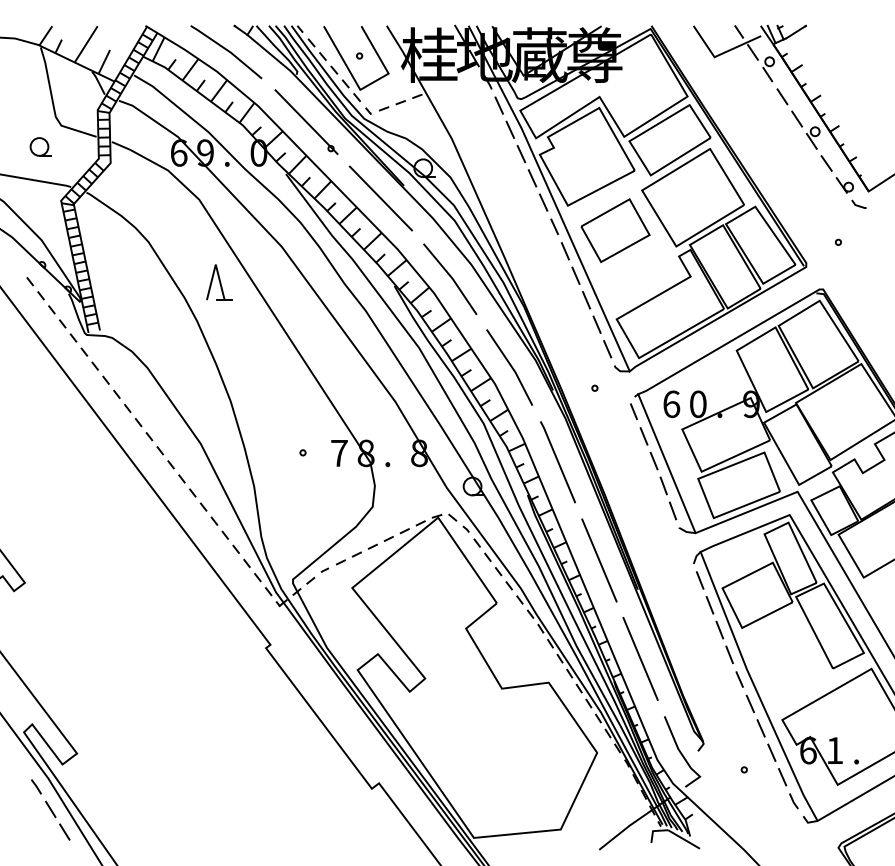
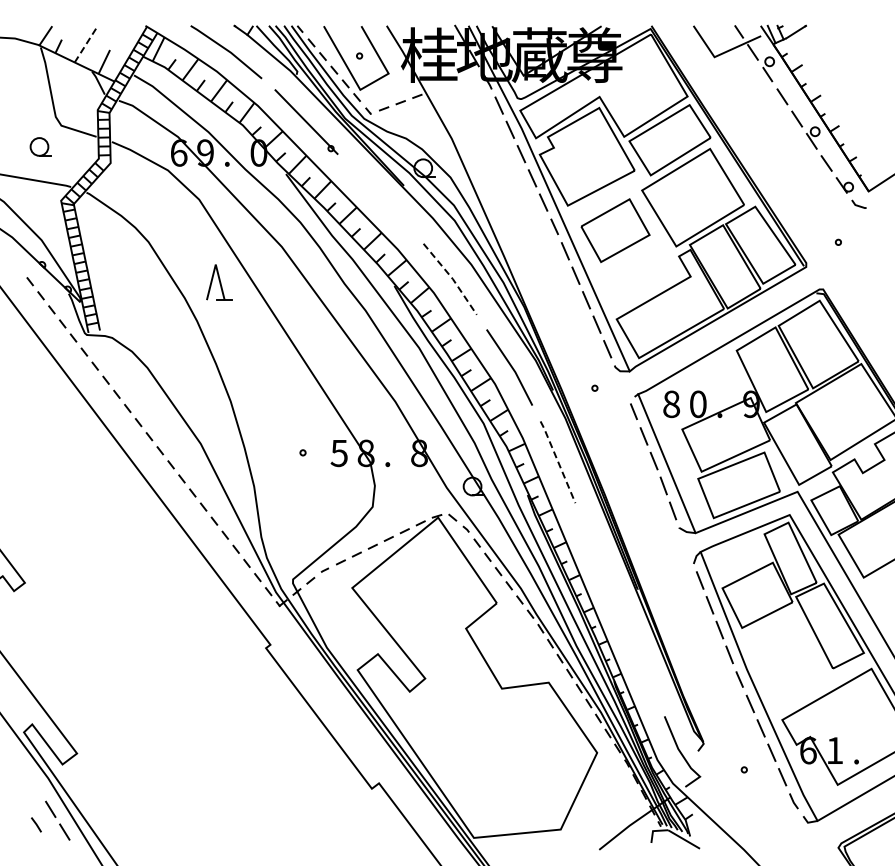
line at (86, 43): solid -> dashed
line at (380, 198): present -> none
line at (452, 278): solid -> dashed
text at (671, 403): 6 -> 8
text at (338, 453): 7 -> 5
line at (558, 462): solid -> dashed
line at (599, 560): present -> none
line at (640, 658): present -> none
line at (36, 786) position: (36, 786) -> (36, 824)
